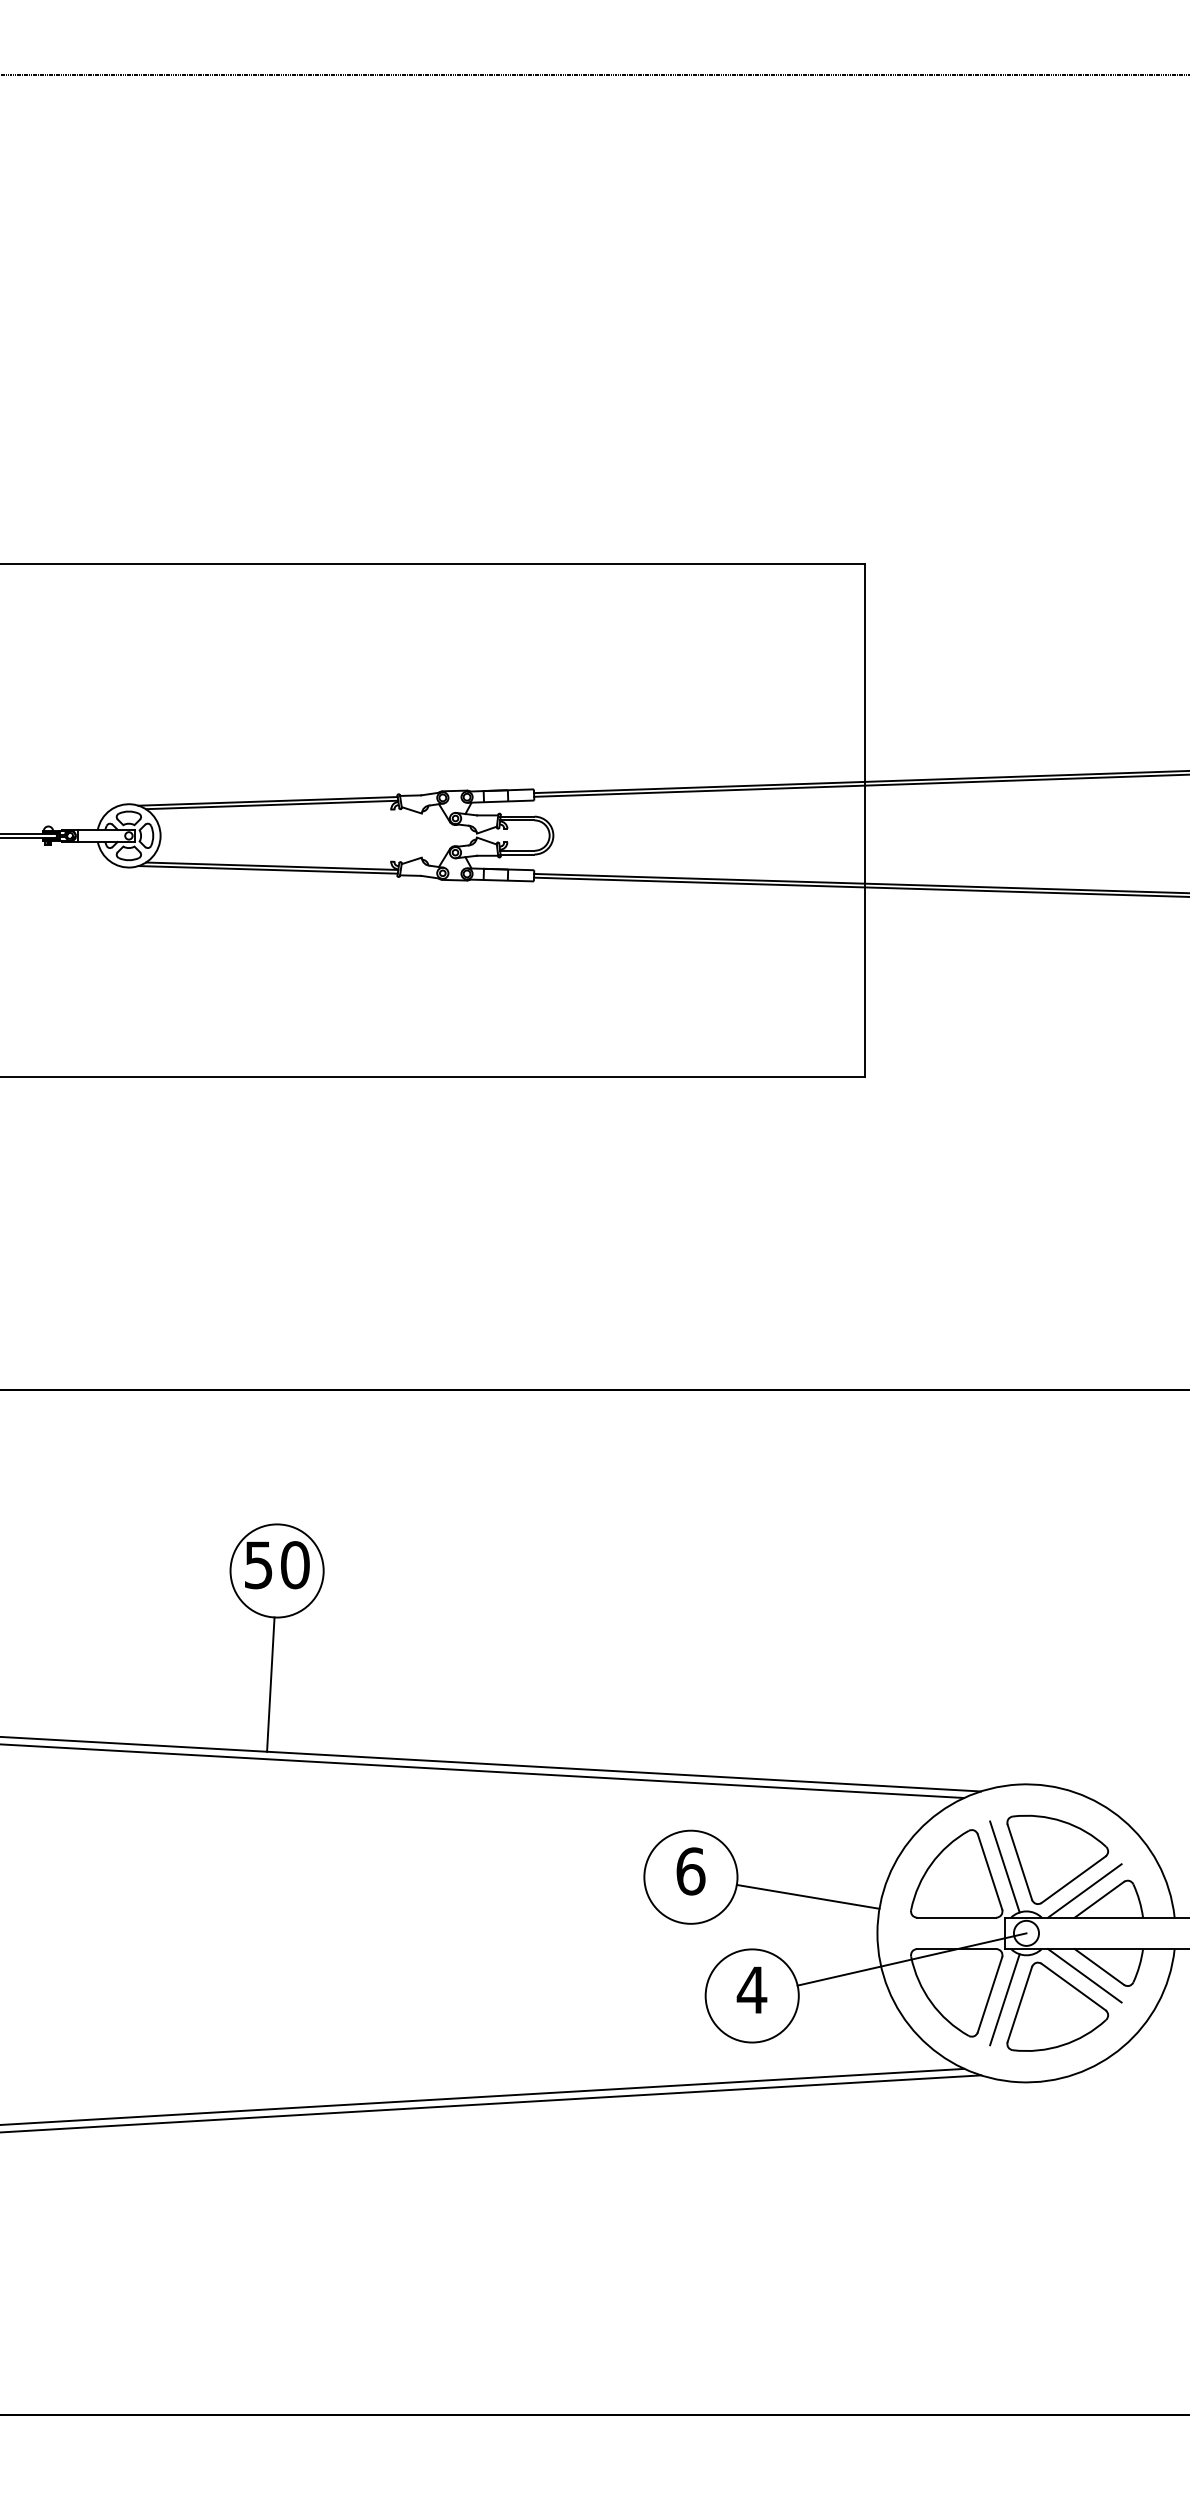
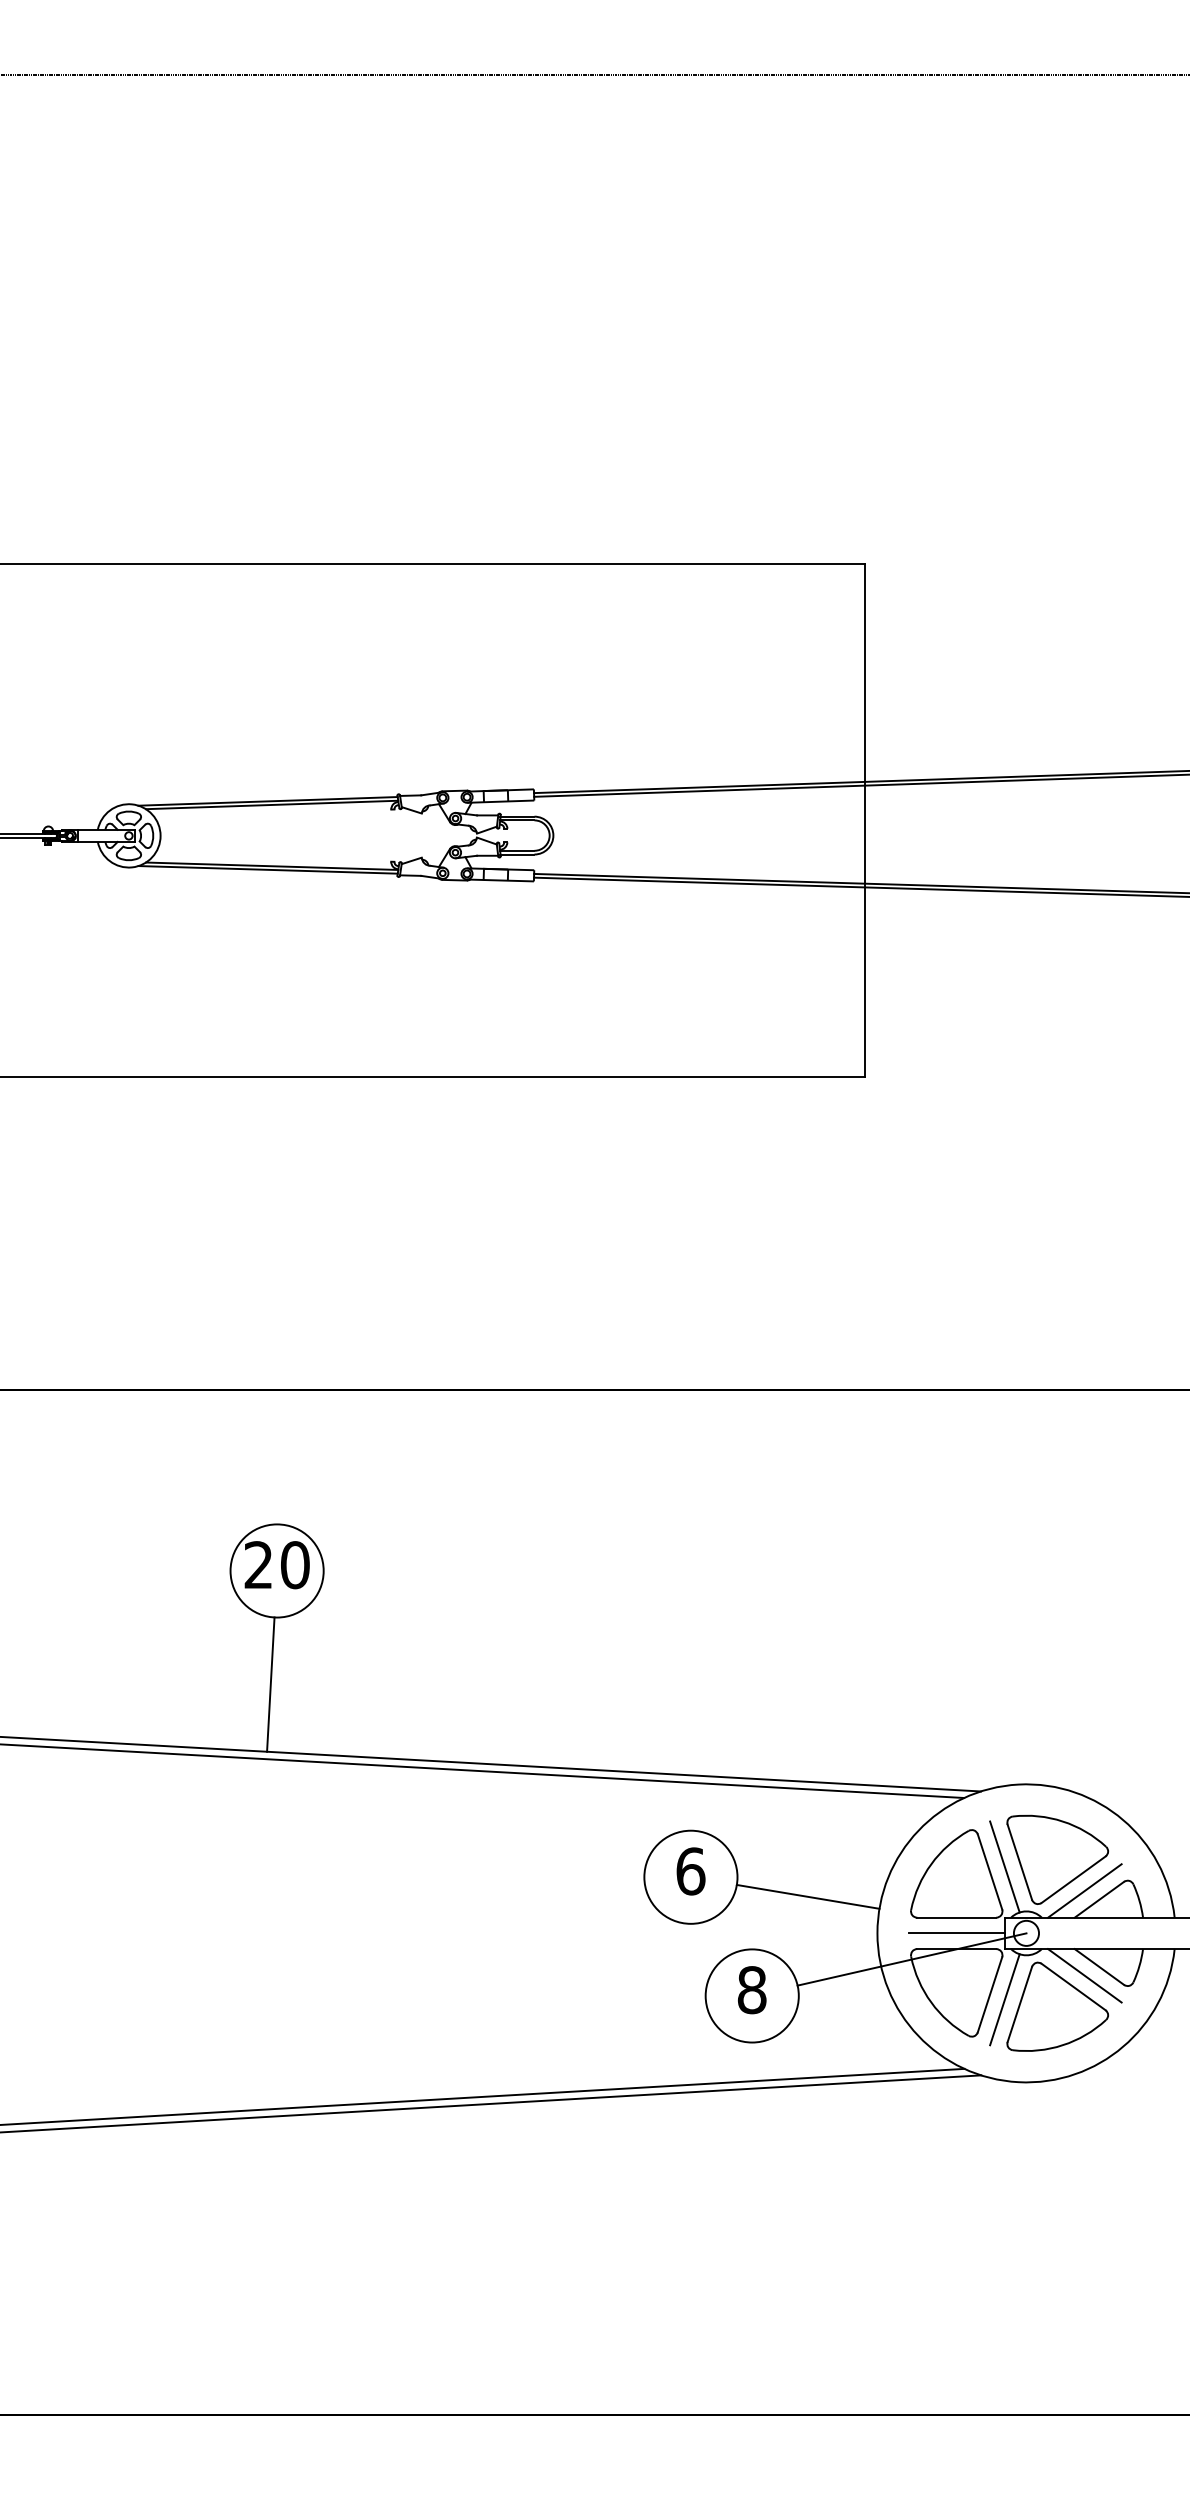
text at (258, 1565): 50 -> 20
line at (956, 1933): none -> present
text at (751, 1990): 4 -> 8
